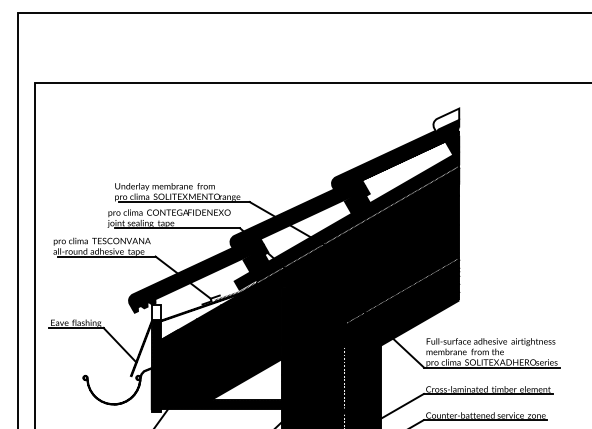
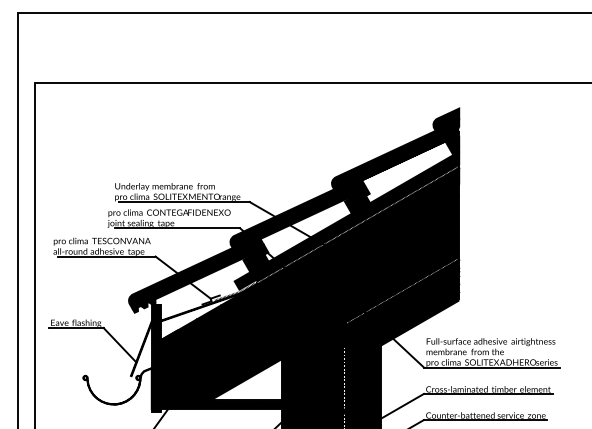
fill at (446, 121): none -> present
hatch at (156, 312): none -> present
